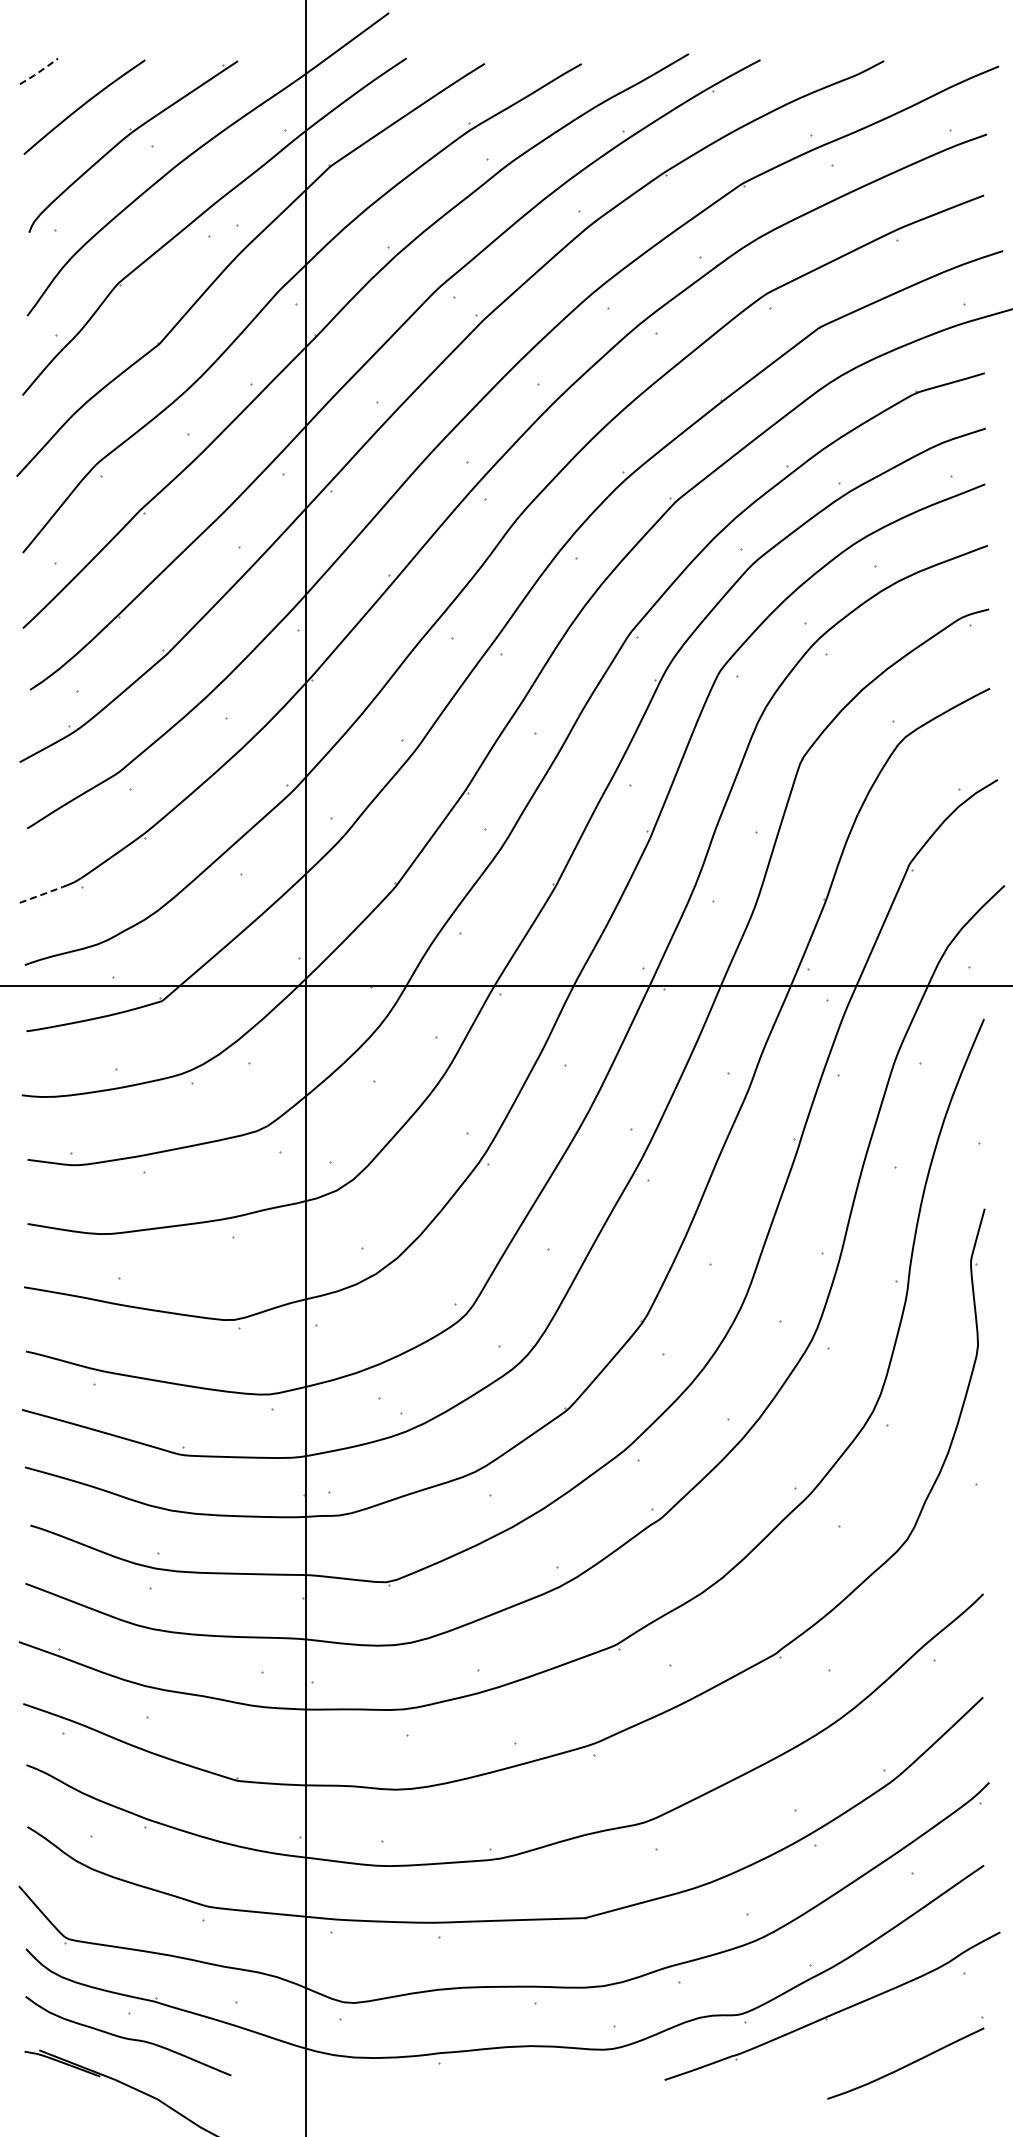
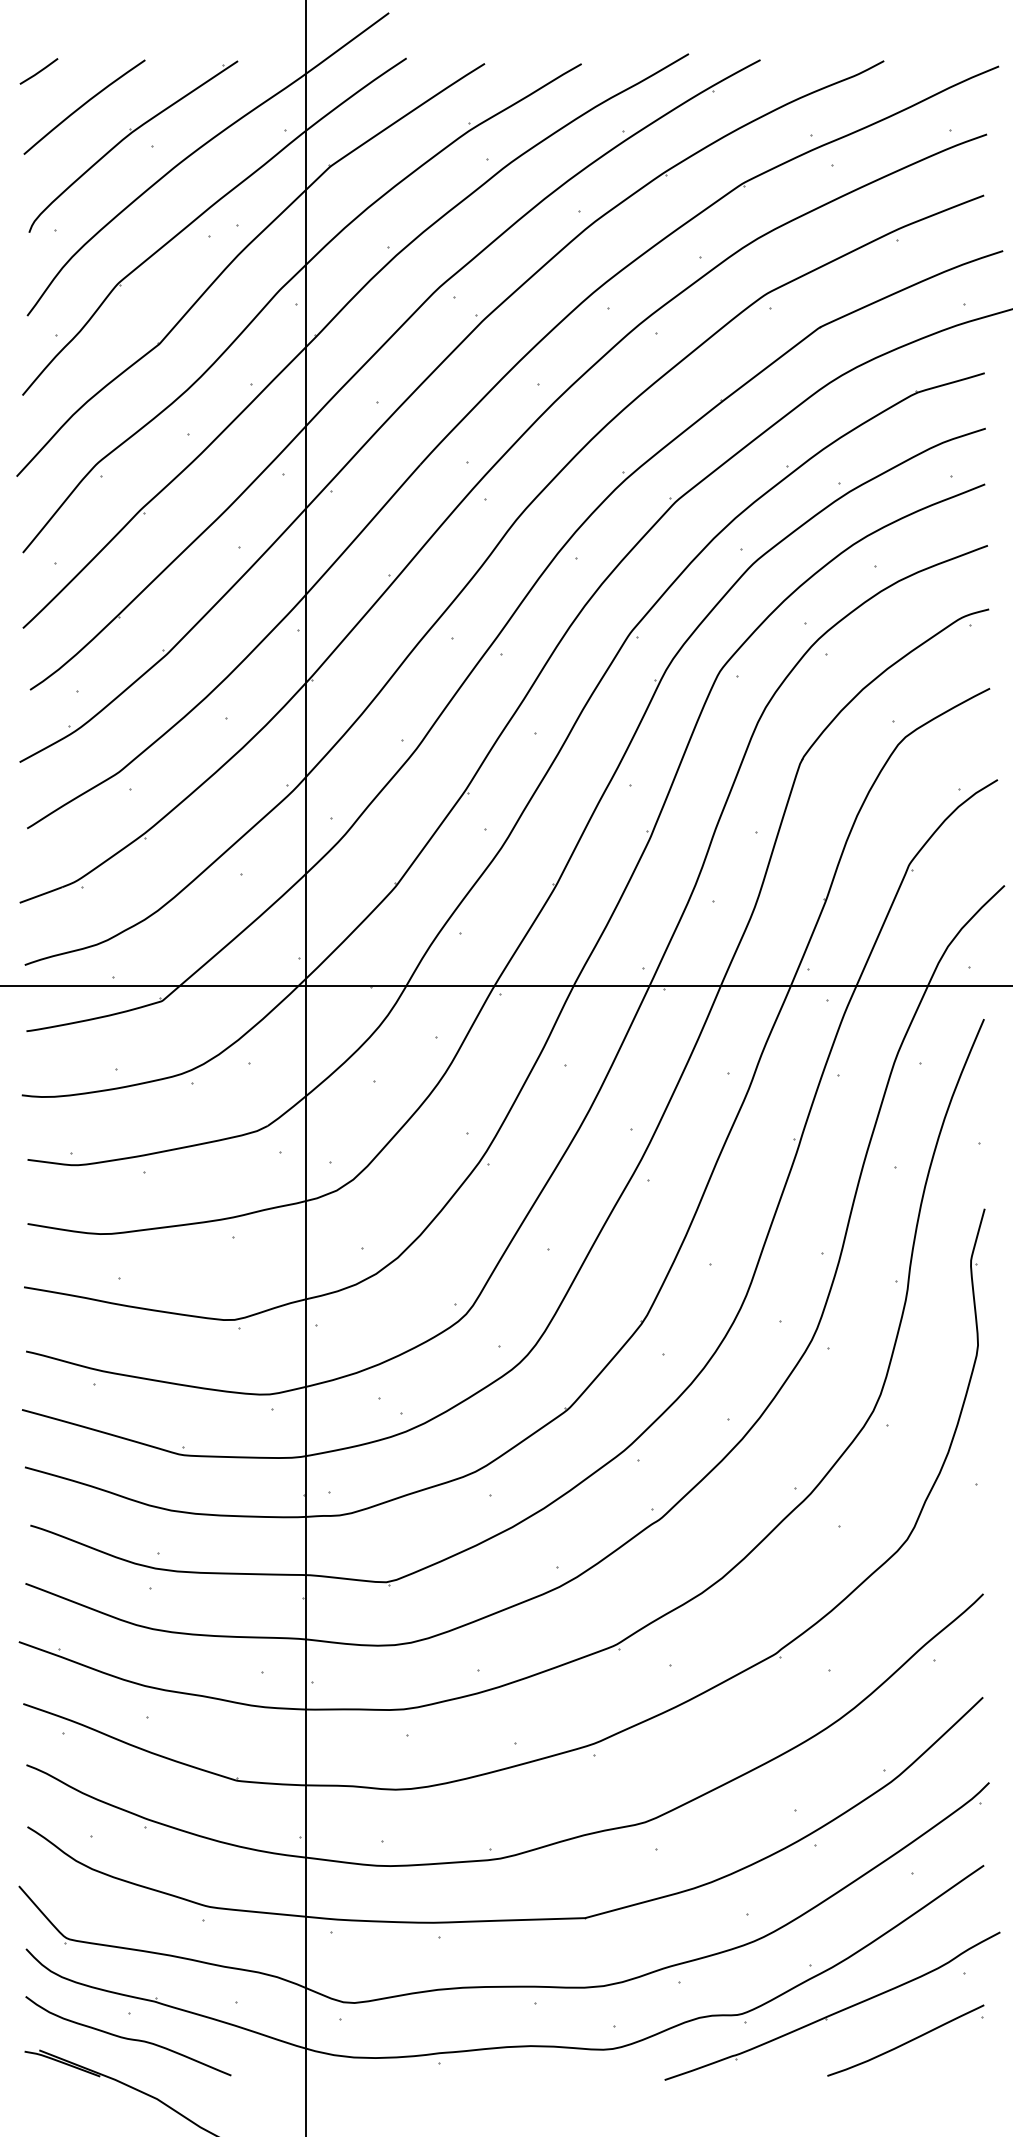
line at (39, 71): dashed -> solid
line at (41, 894): dashed -> solid
curve at (906, 2064) position: (906, 2064) -> (906, 2041)
